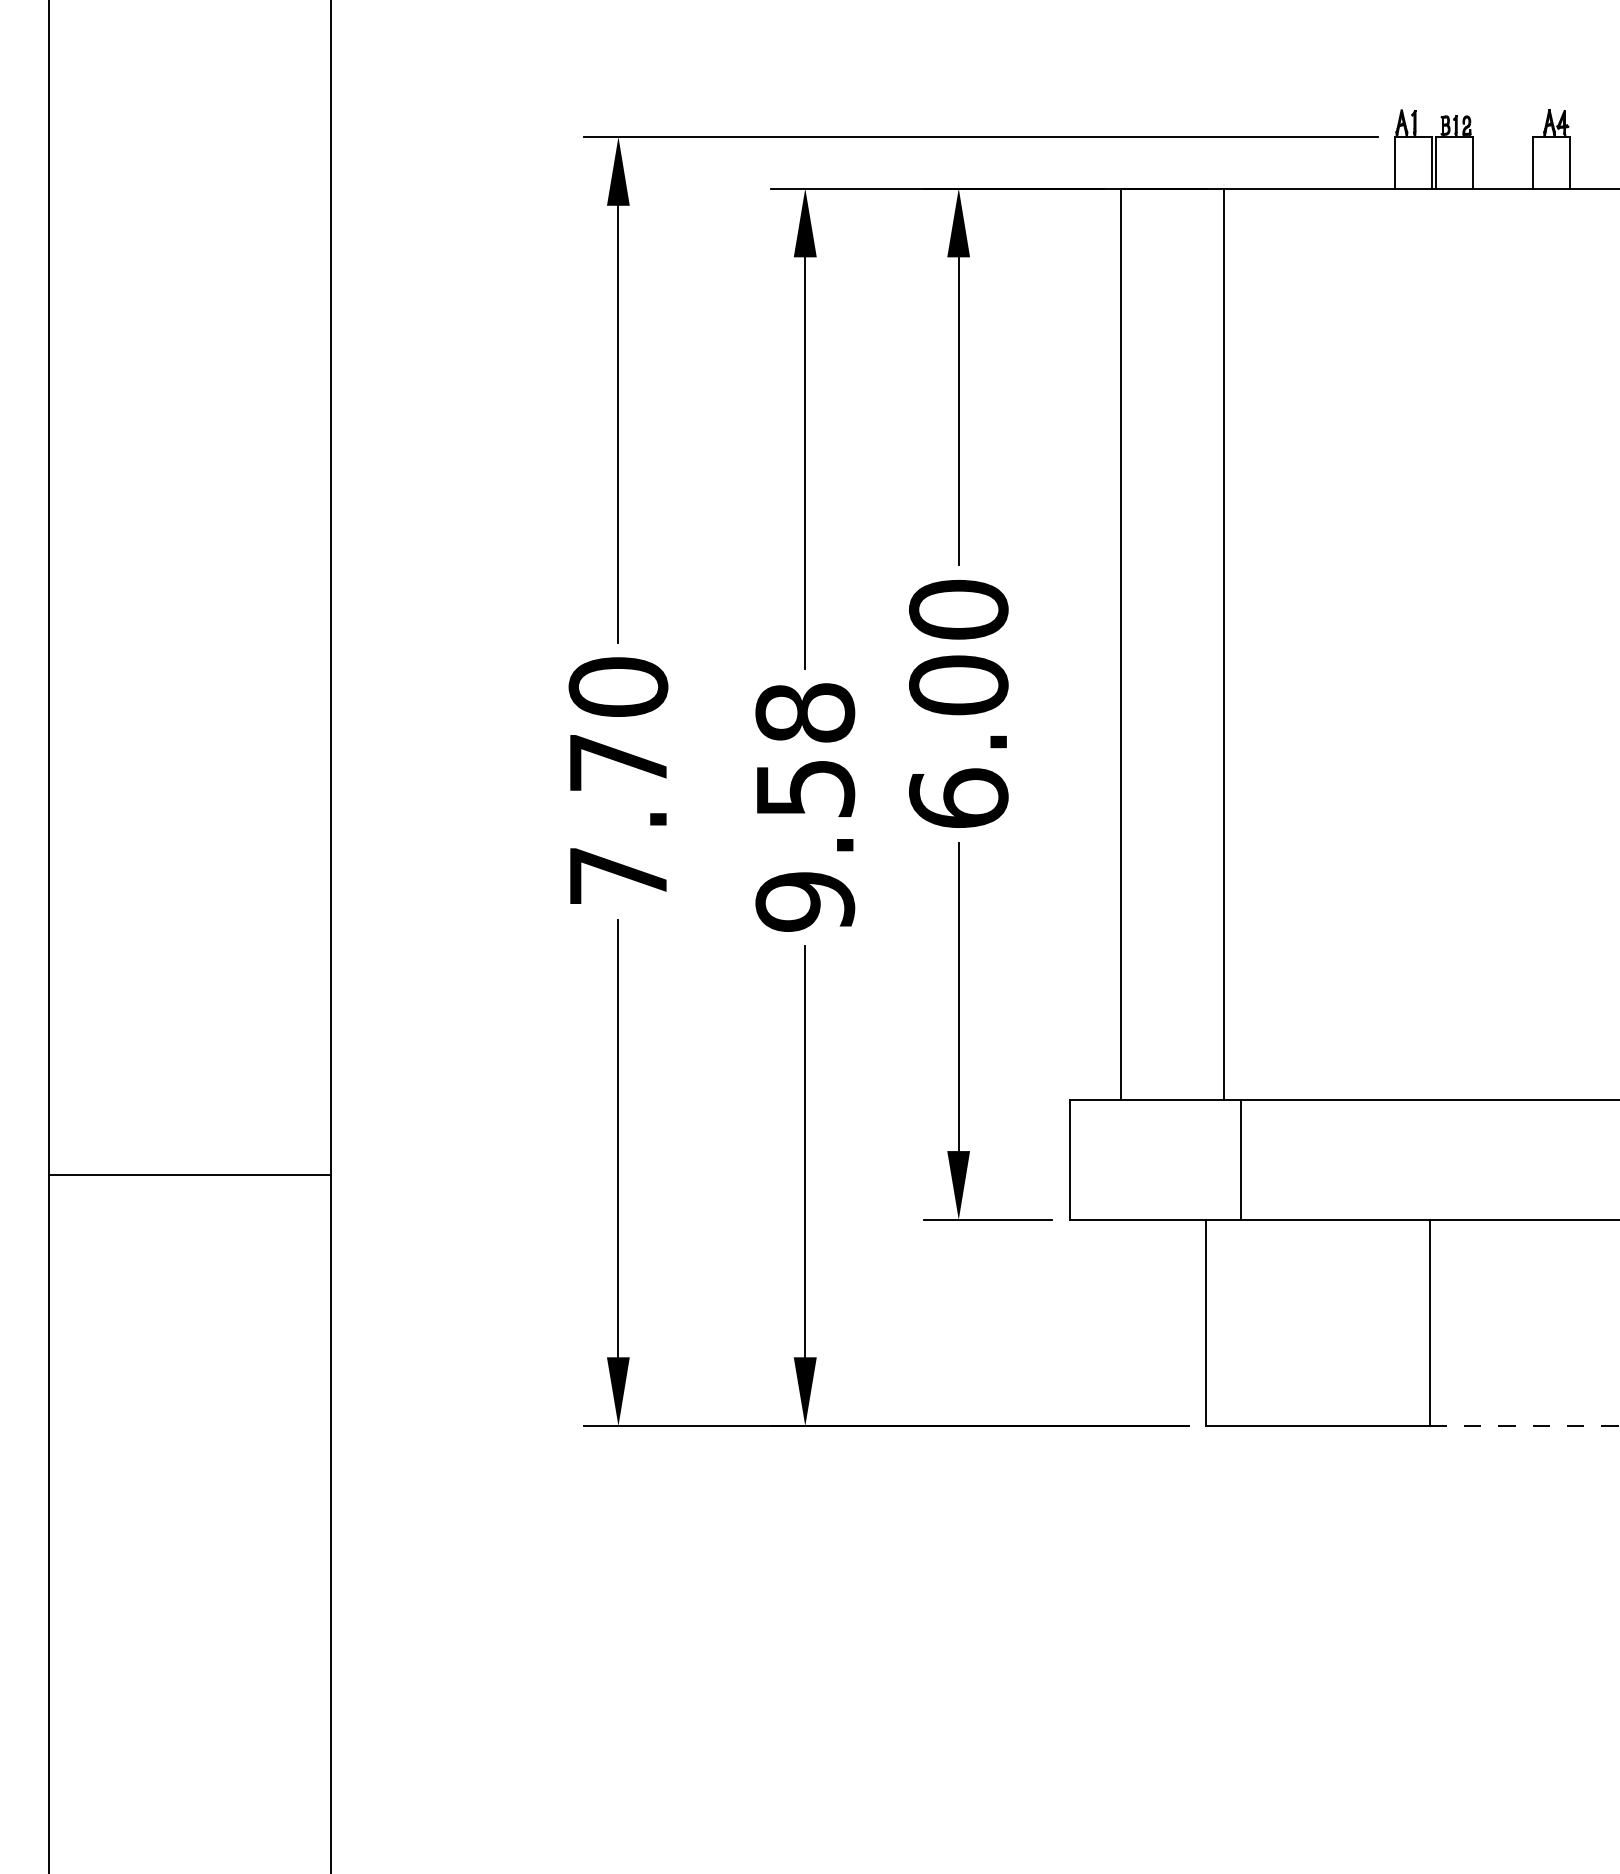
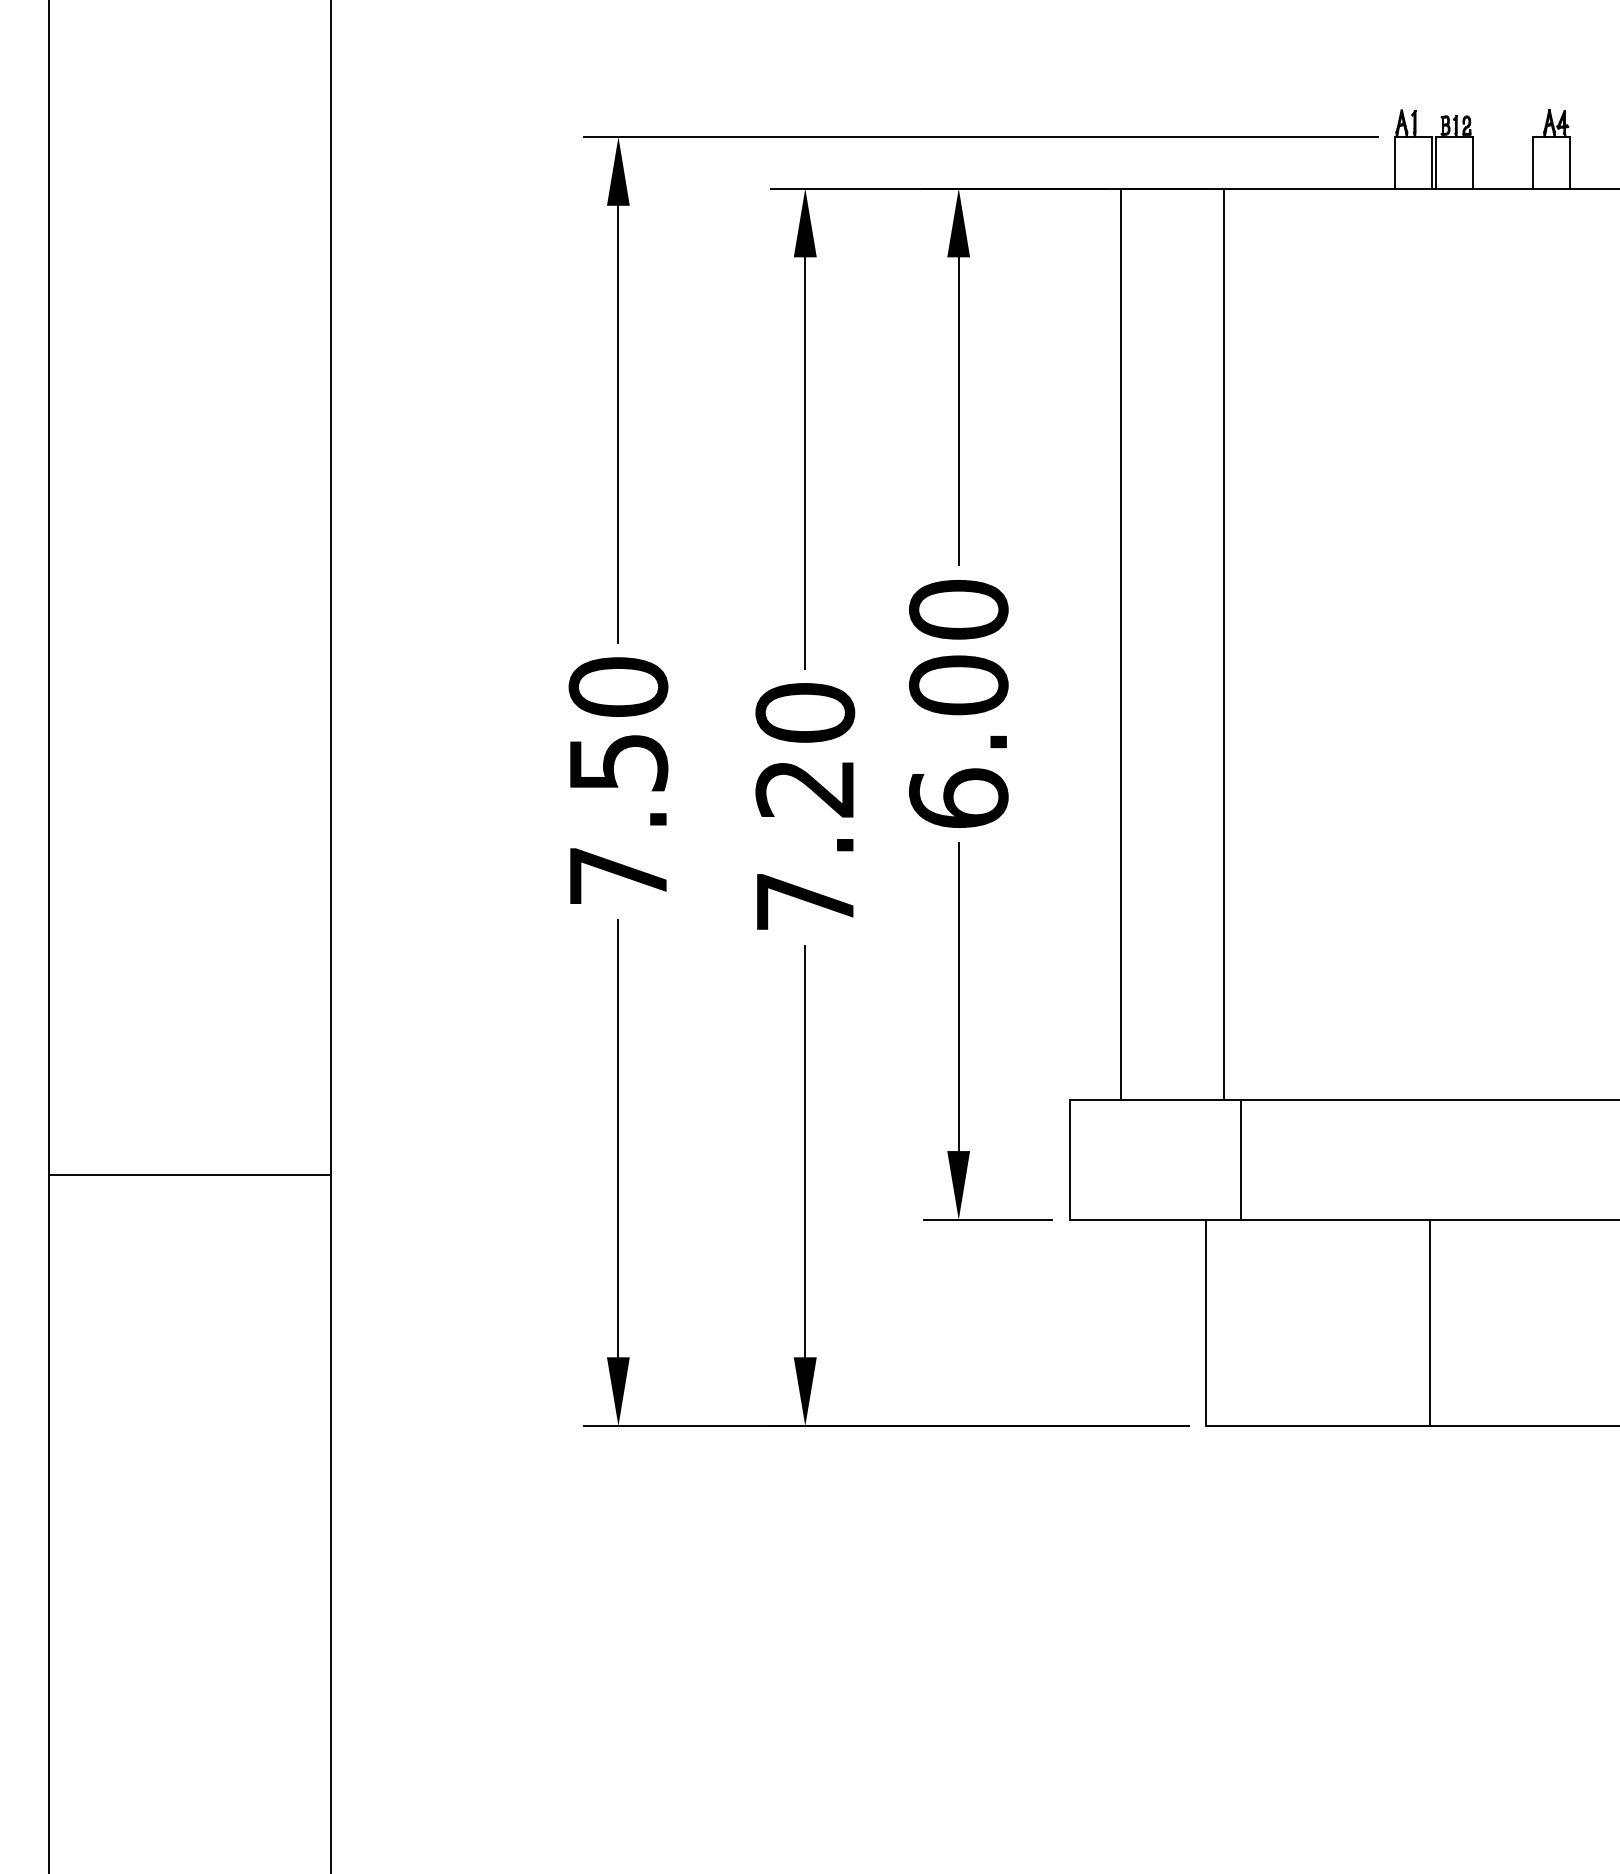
text at (619, 763): 7.70 -> 7.50
text at (805, 807): 9.58 -> 7.20
line at (1524, 1426): dashed -> solid
